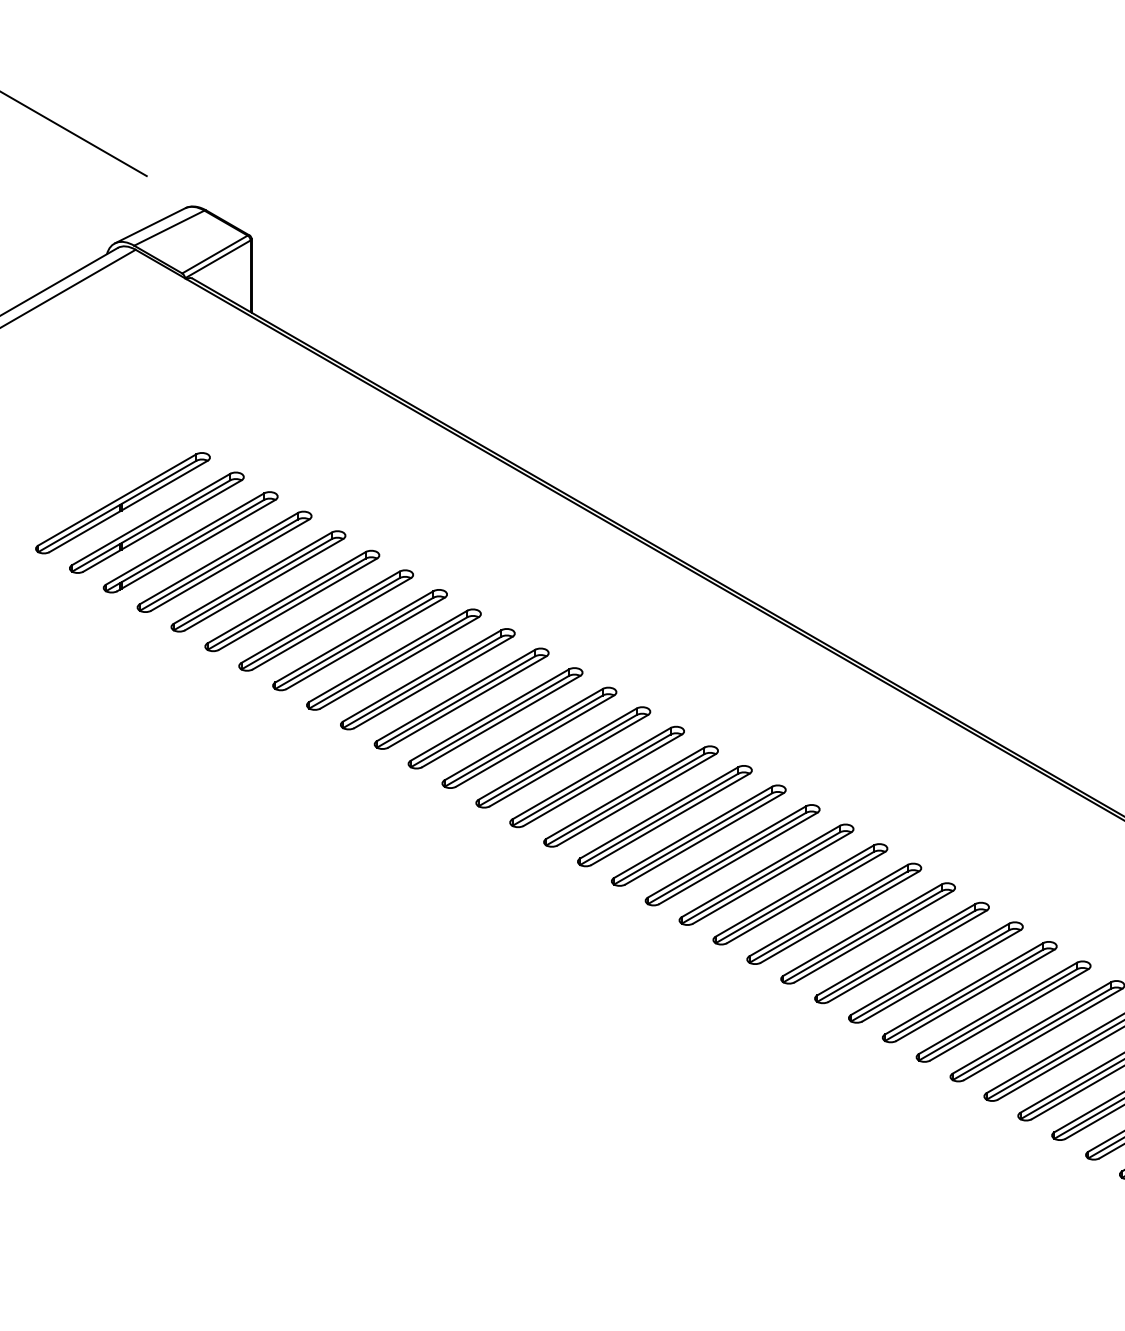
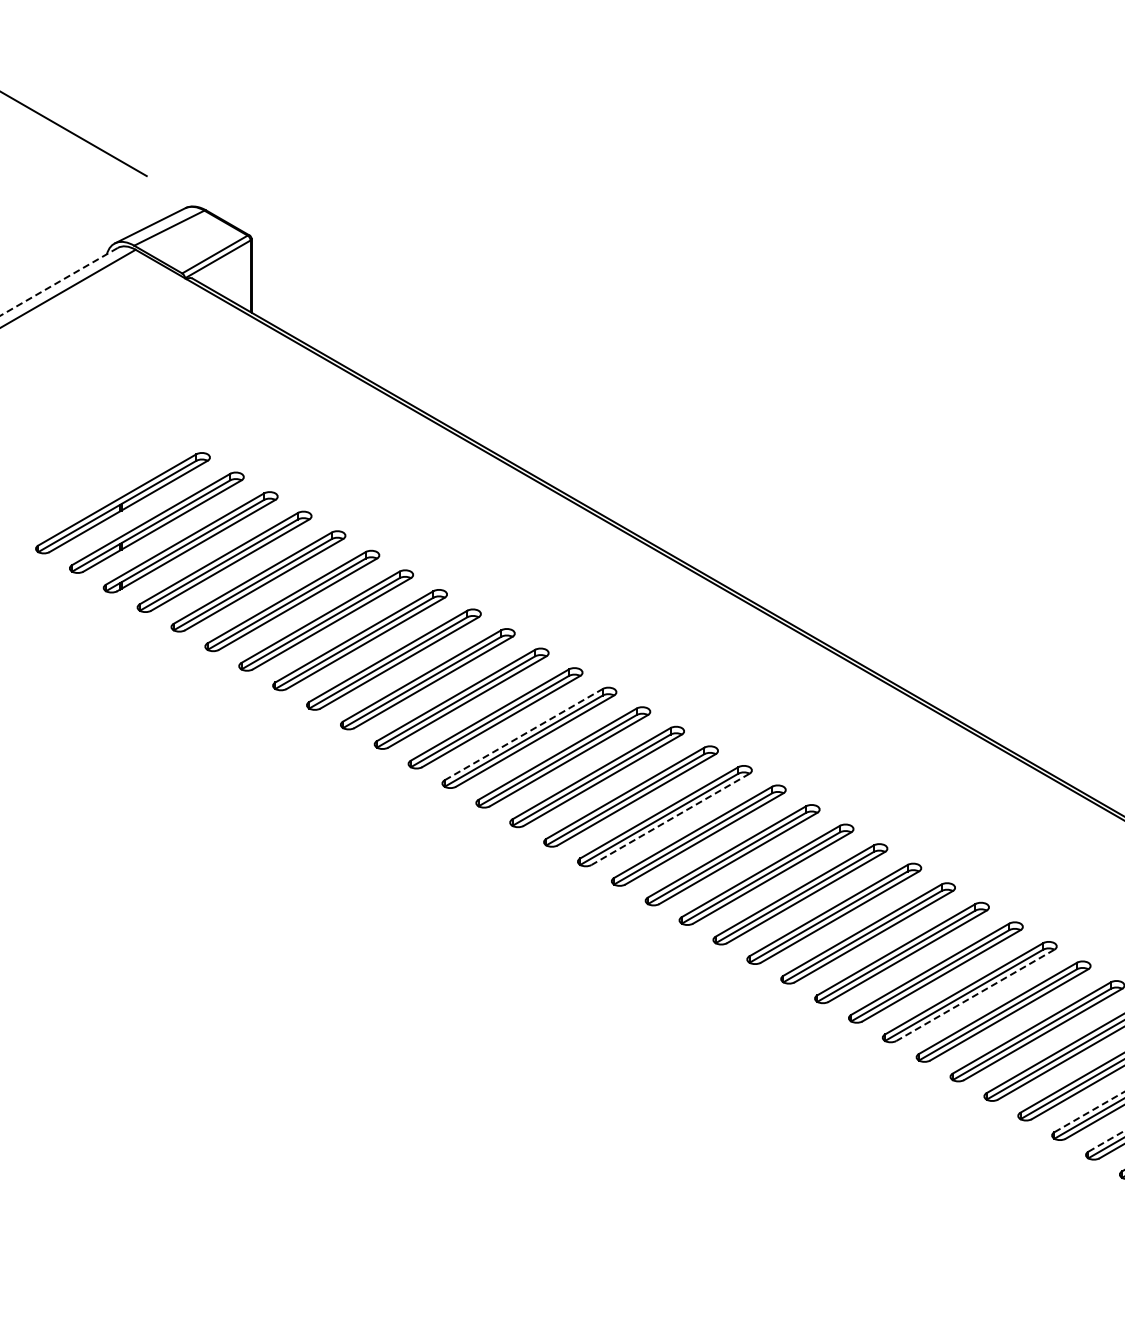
line at (58, 282): solid -> dashed
line at (524, 734): solid -> dashed
line at (670, 819): solid -> dashed
line at (974, 995): solid -> dashed
line at (1089, 1111): solid -> dashed
line at (1106, 1141): solid -> dashed
